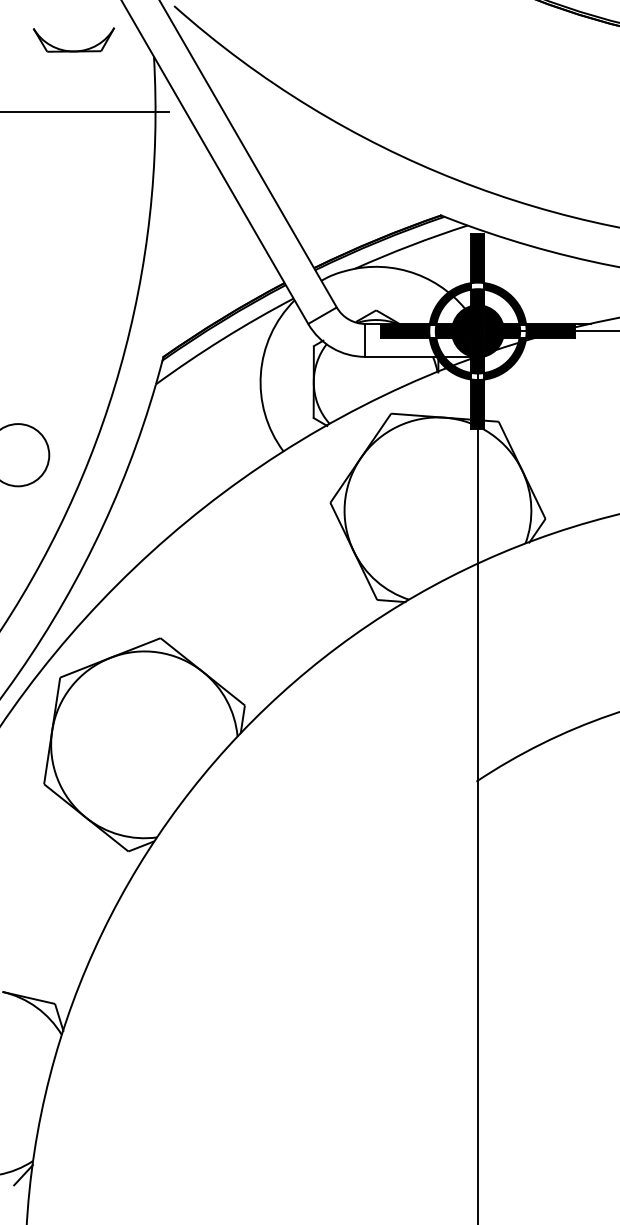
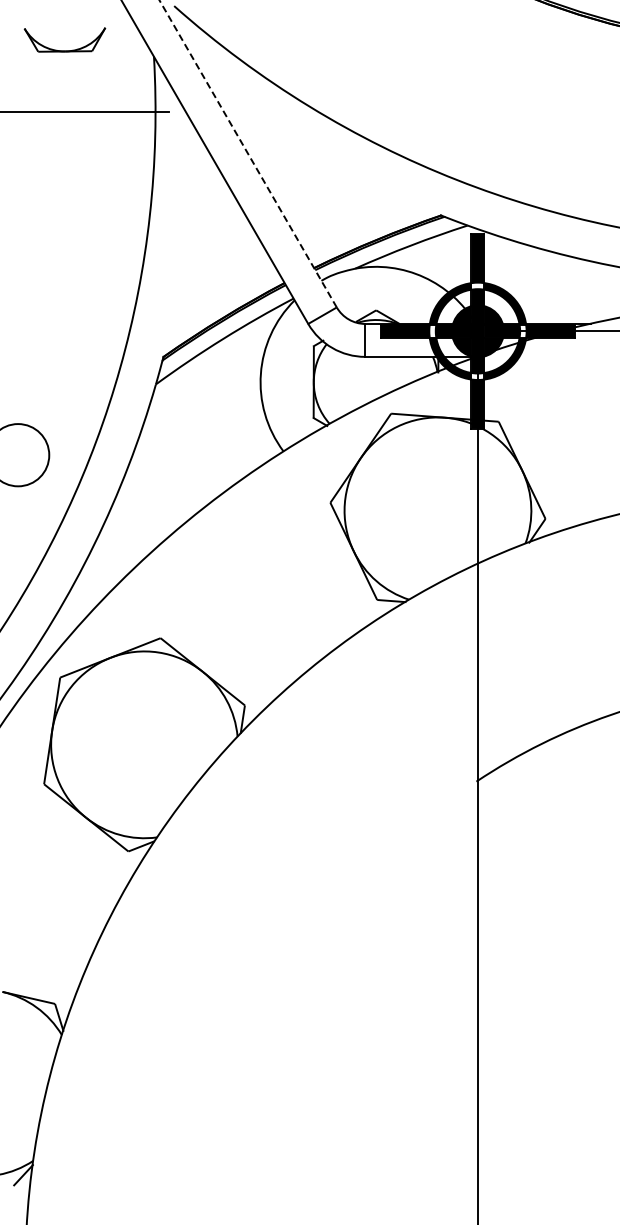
part at (73, 50) position: (73, 50) -> (64, 50)
line at (247, 153): solid -> dashed
